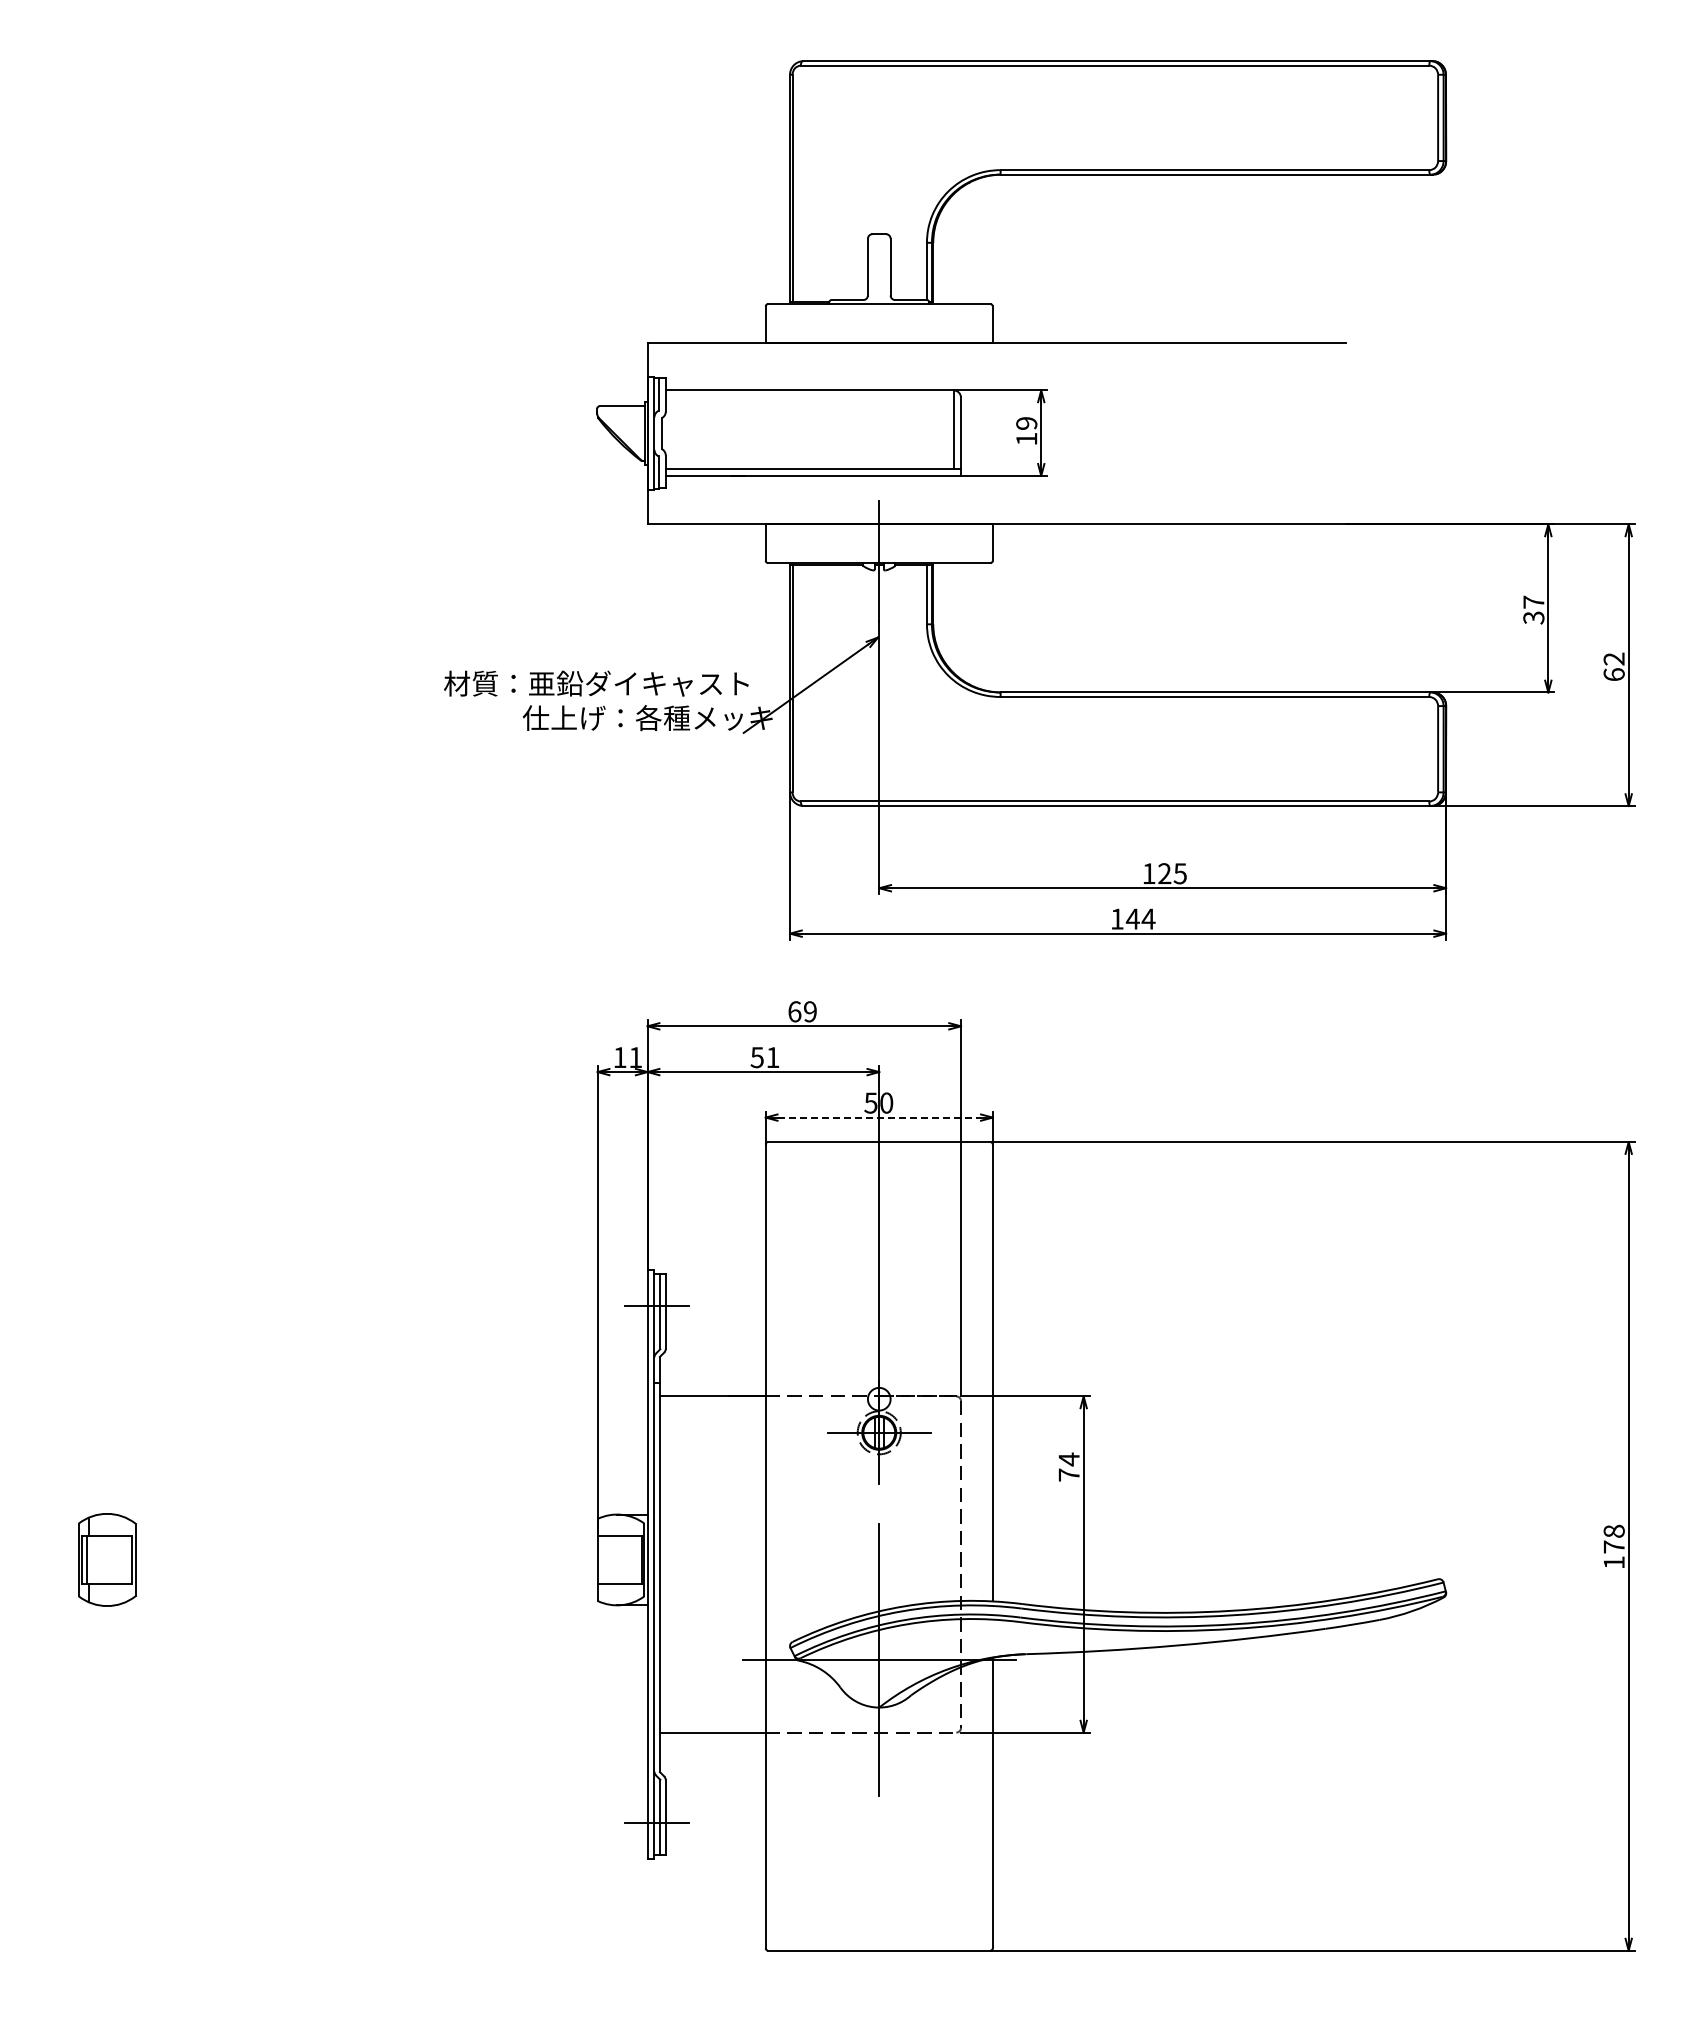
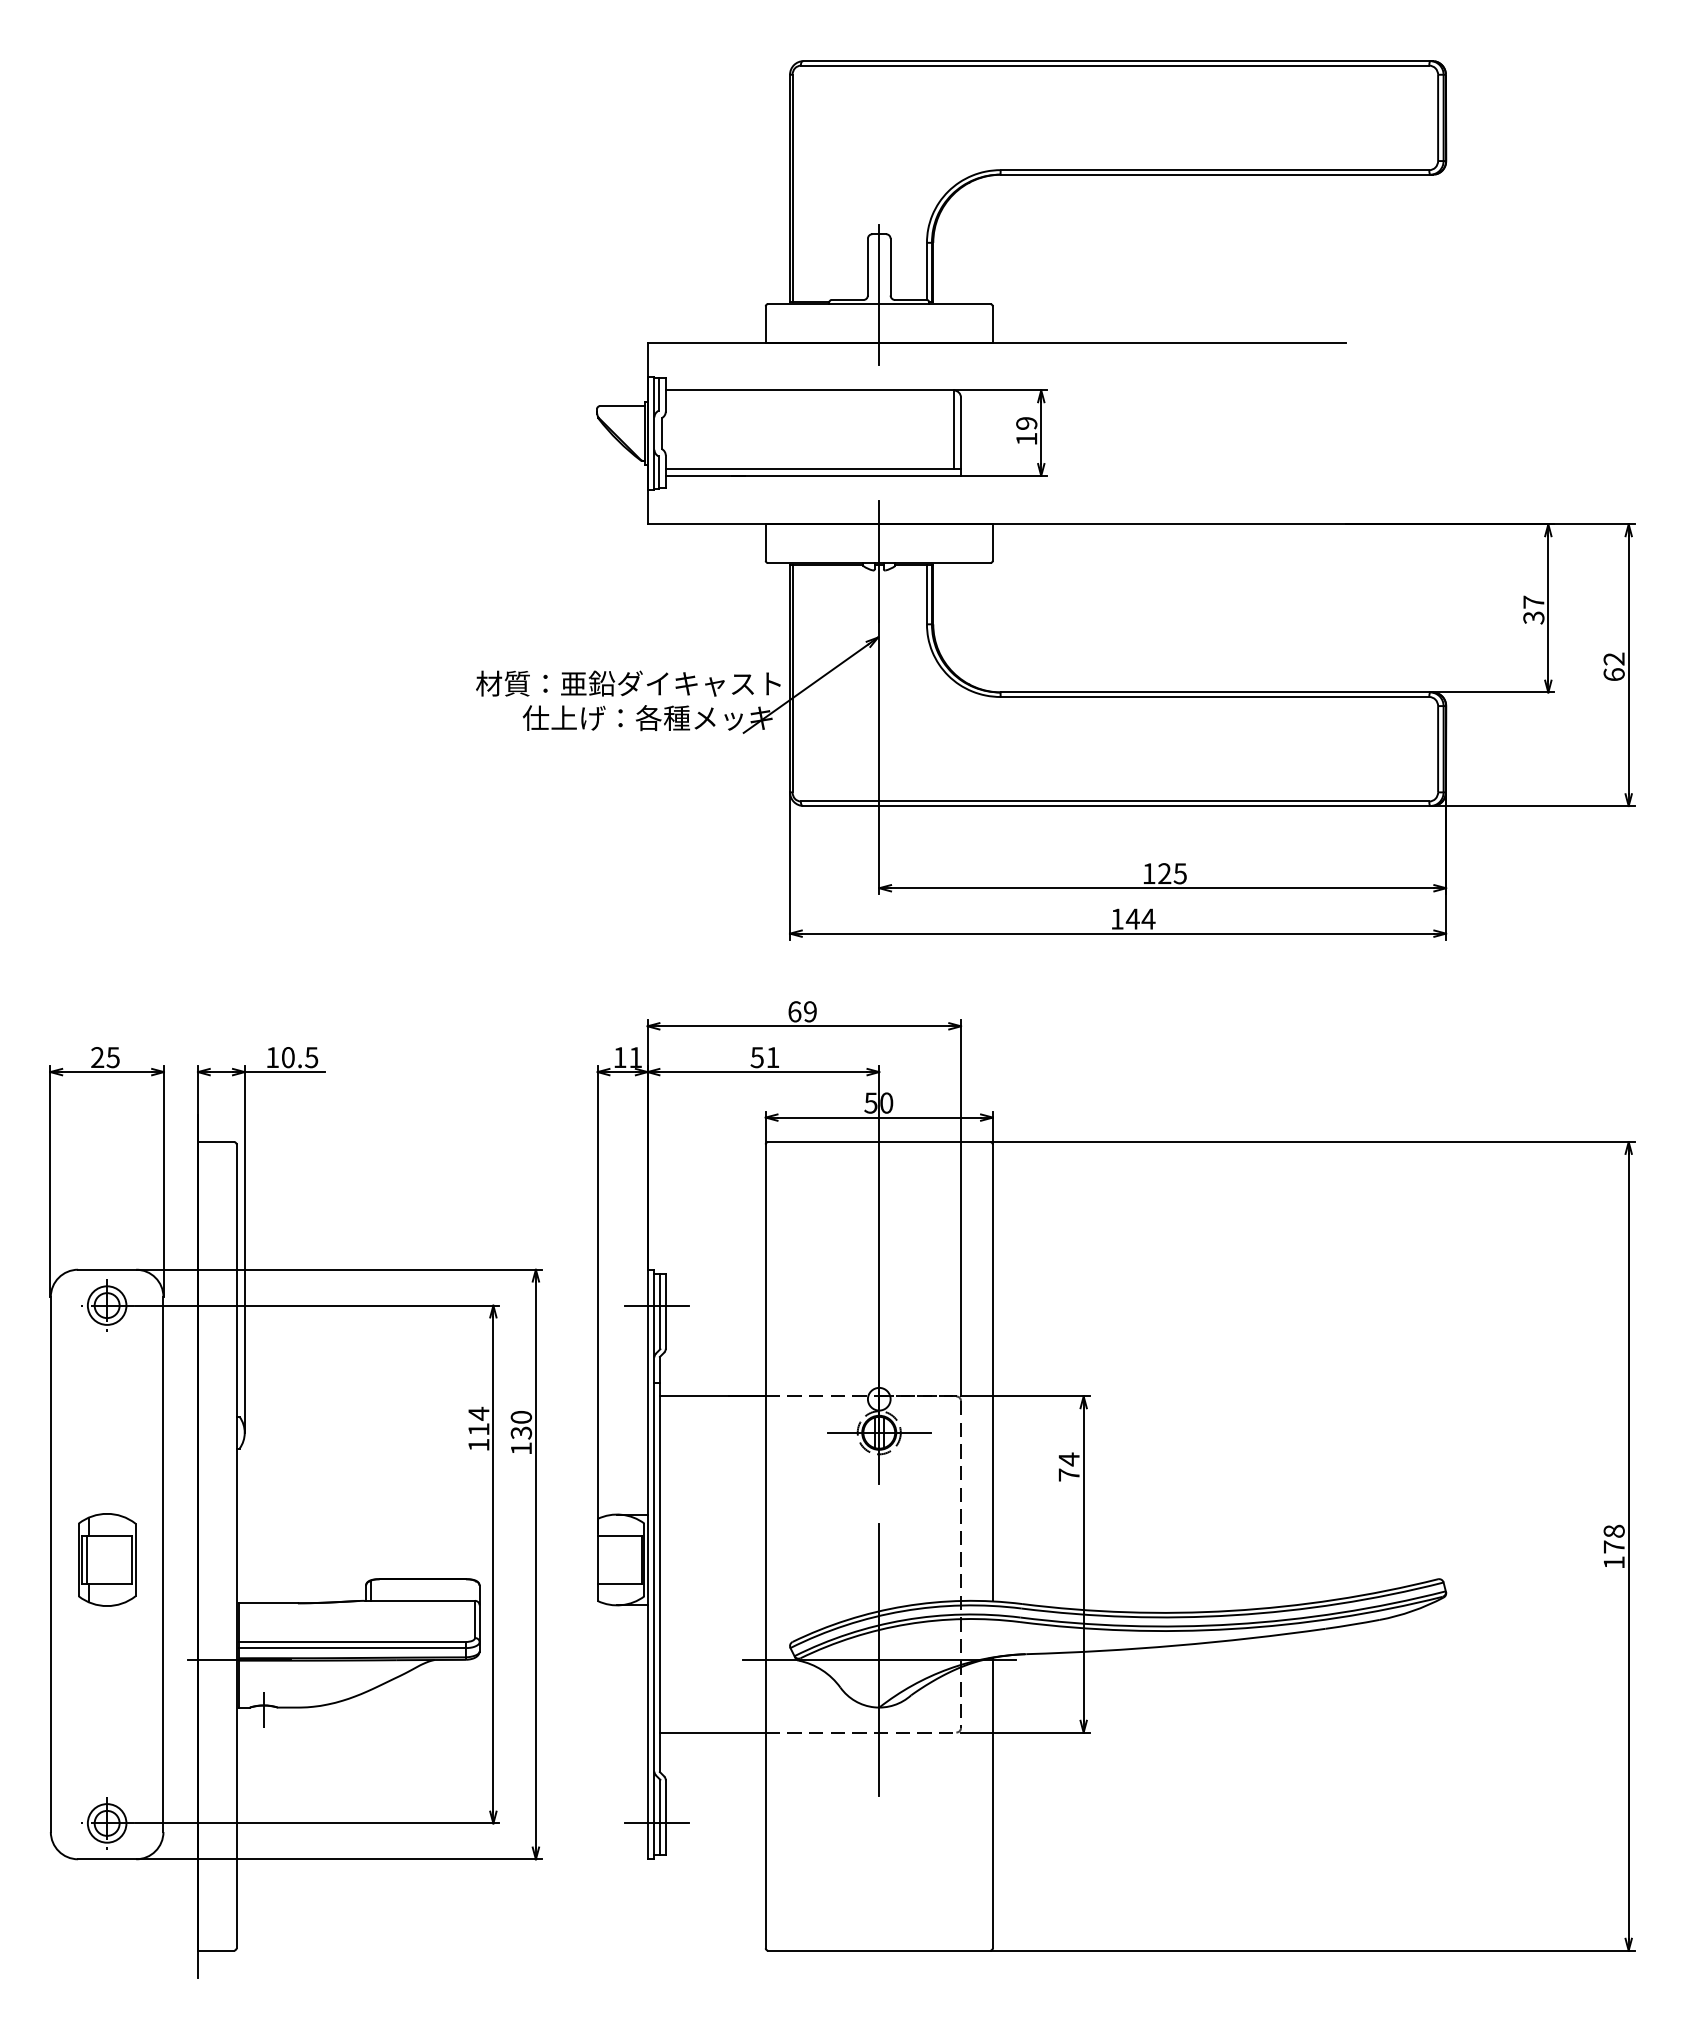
line at (879, 295): none -> present
text at (596, 683) position: (596, 683) -> (628, 683)
line at (879, 1117): dashed -> solid
part at (295, 1512): none -> present
